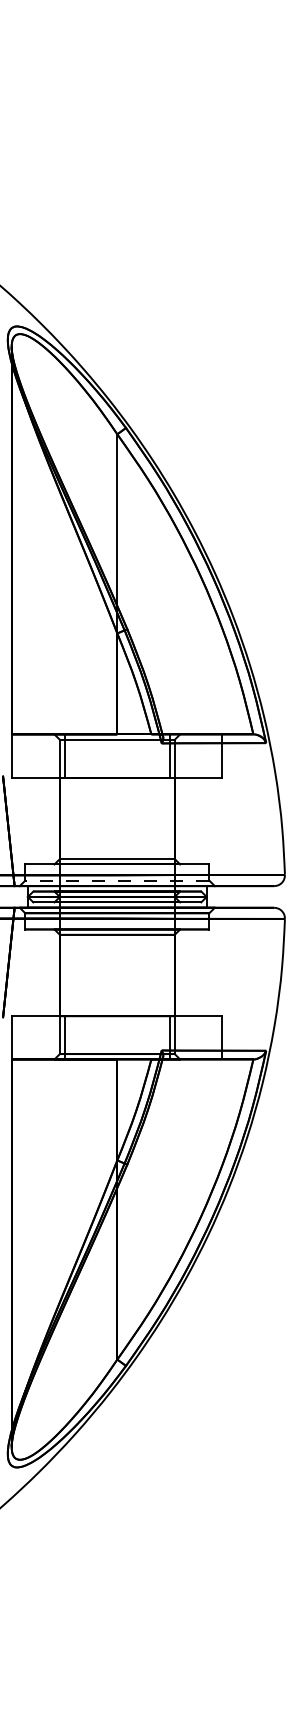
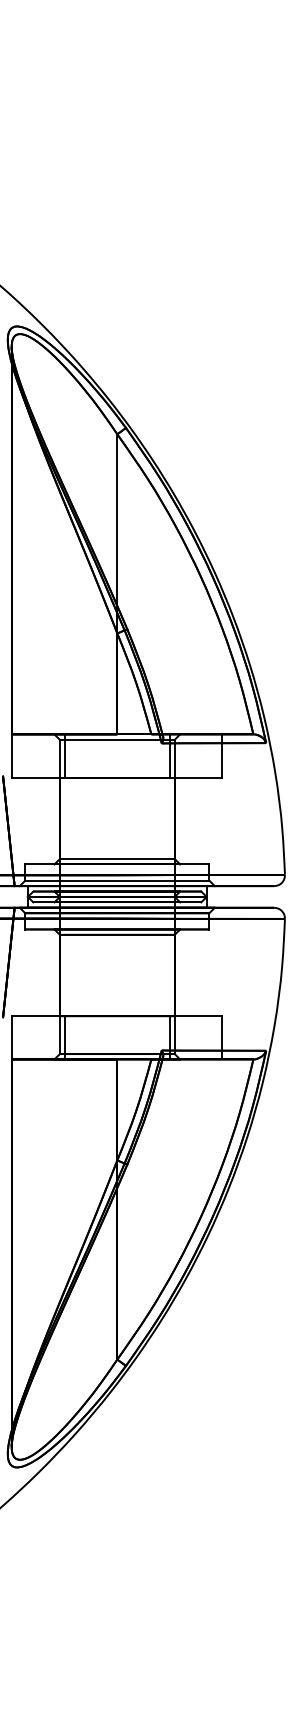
line at (116, 880): dashed -> solid
